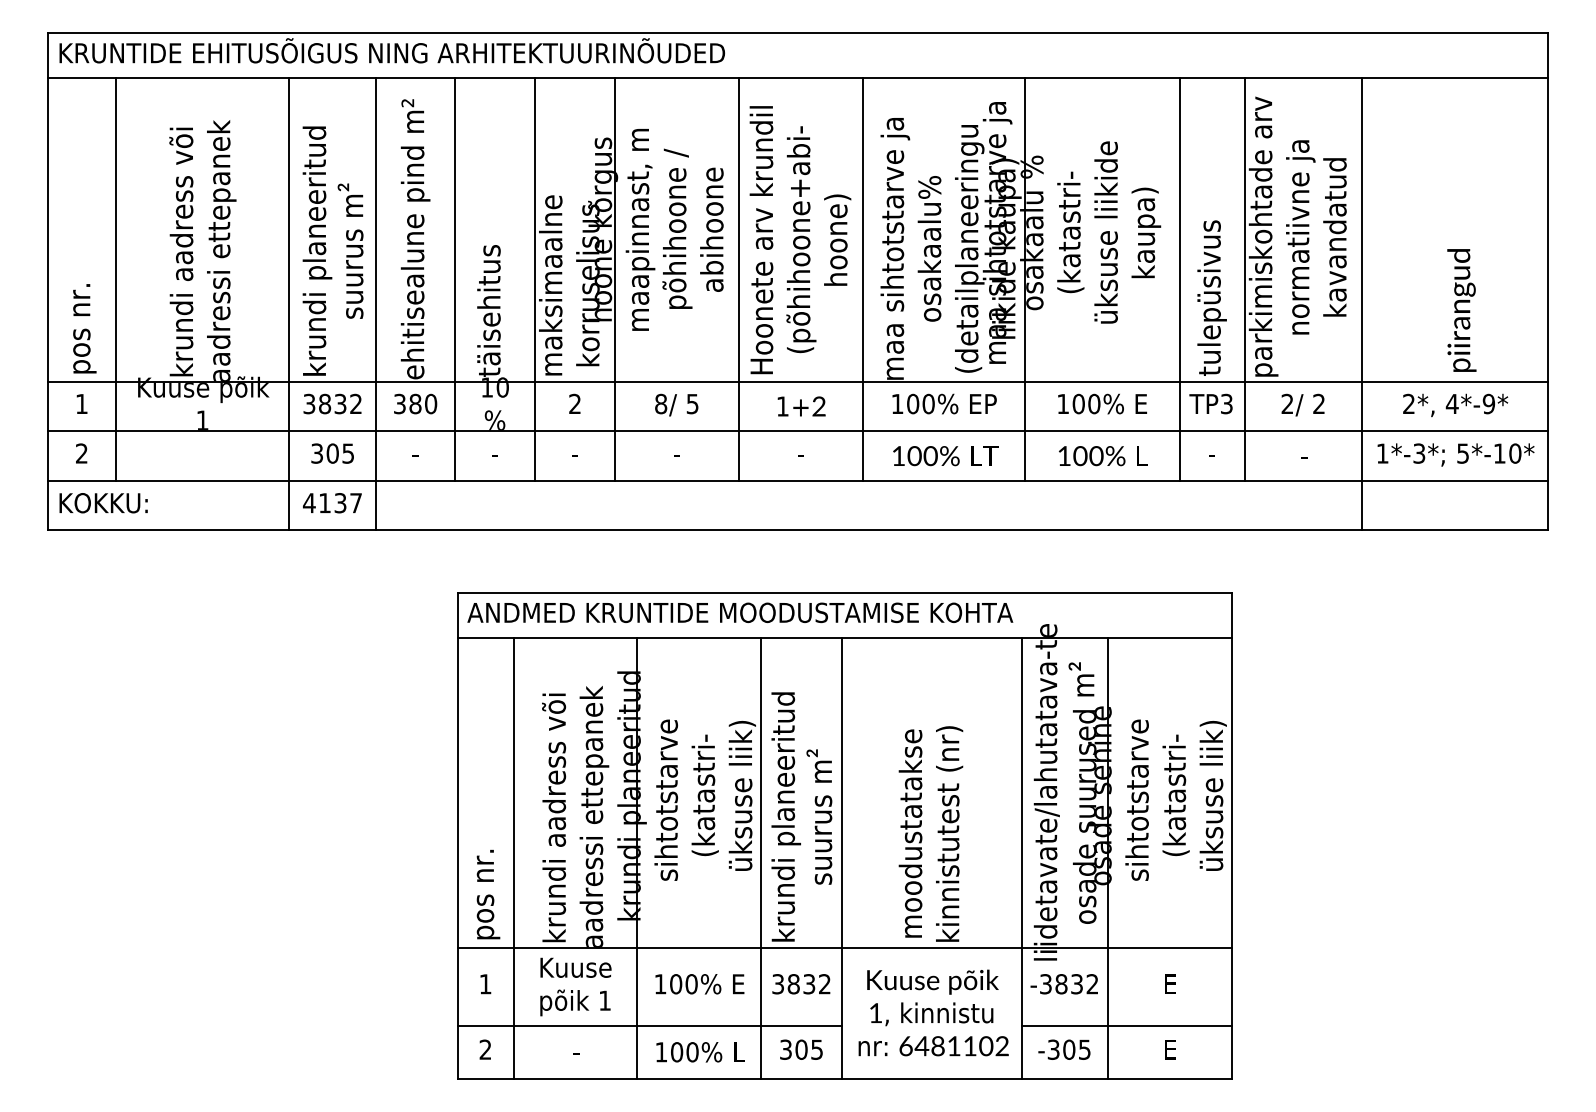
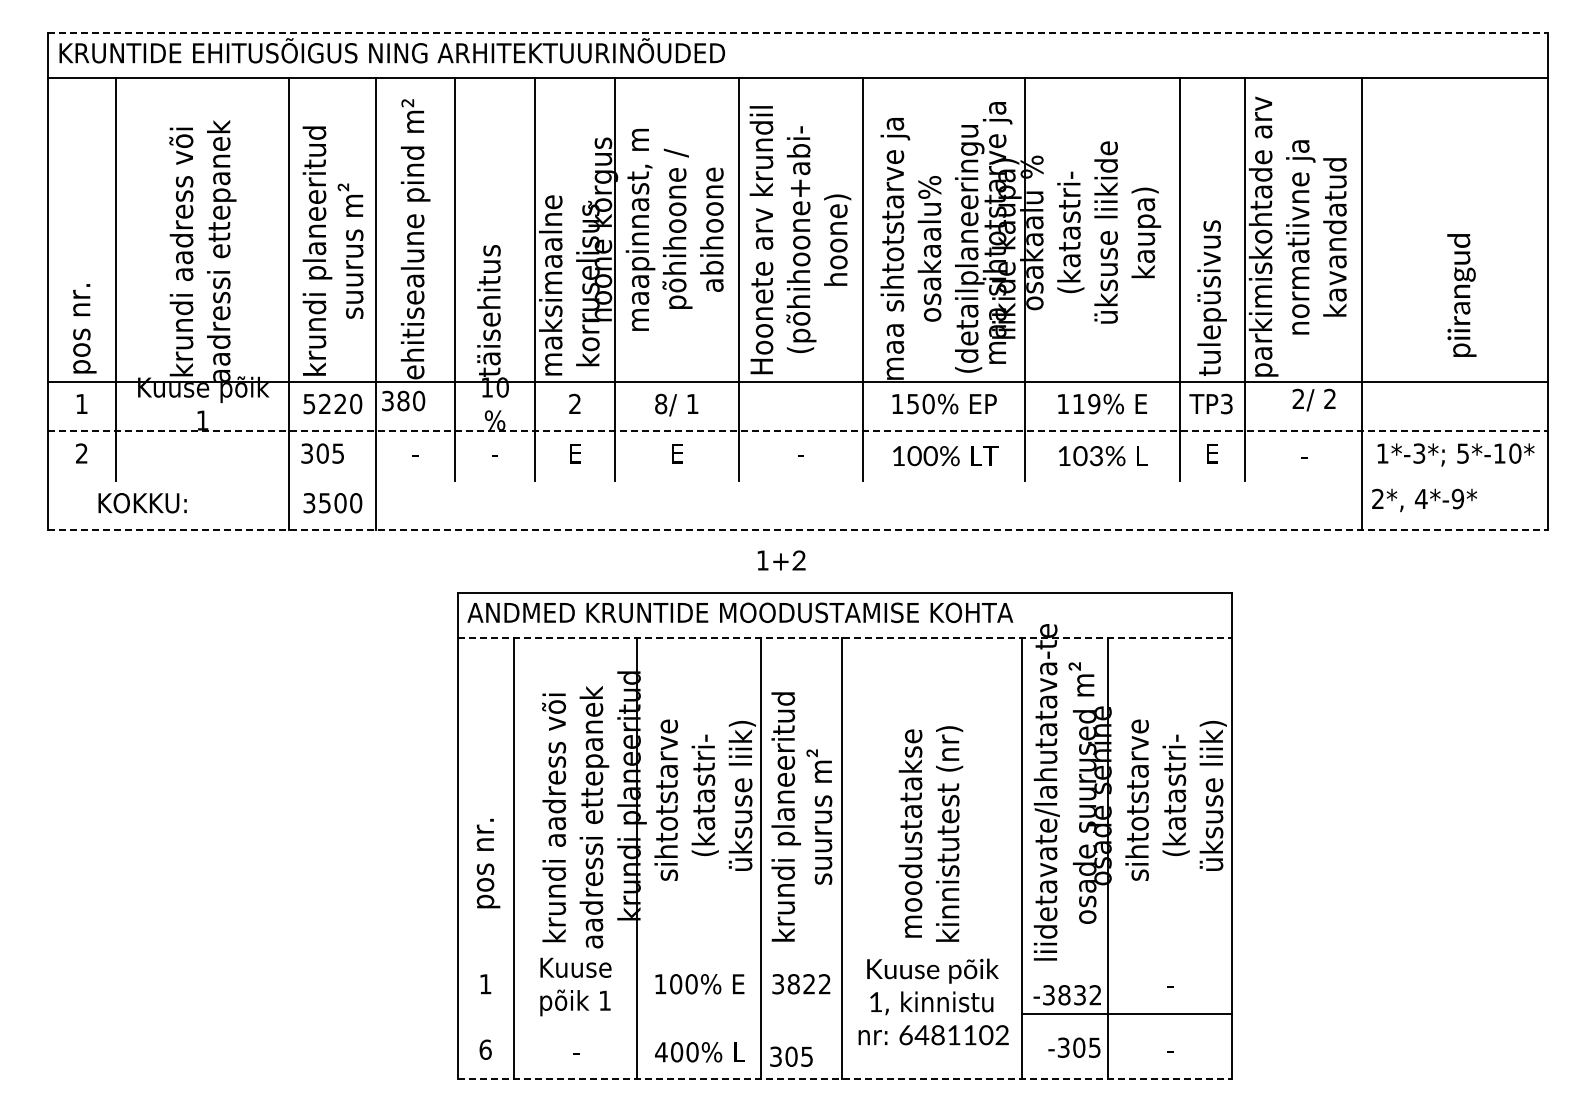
line at (798, 33): solid -> dashed
text at (1461, 310) position: (1461, 310) -> (1461, 295)
text at (333, 403): 3832 -> 5220
text at (415, 403) position: (415, 403) -> (403, 400)
text at (913, 403): 100% -> 150%
text at (1086, 403): 100% -> 119%
text at (692, 404): 5 -> 1
text at (1302, 404) position: (1302, 404) -> (1313, 399)
text at (1455, 405) position: (1455, 405) -> (1424, 500)
text at (801, 406) position: (801, 406) -> (781, 560)
line at (798, 431): solid -> dashed
text at (332, 453) position: (332, 453) -> (322, 453)
text at (575, 453): - -> E
text at (677, 453): - -> E
text at (1212, 453): - -> E
text at (1096, 455): 100% -> 103%
line at (797, 480): present -> none
text at (103, 503) position: (103, 503) -> (142, 503)
text at (332, 503): 4137 -> 3500
line at (798, 530): solid -> dashed
line at (845, 637): solid -> dashed
text at (488, 894) position: (488, 894) -> (488, 863)
line at (844, 947): present -> none
text at (1170, 983): E -> -
text at (809, 984): 3832 -> 3822
text at (1063, 984) position: (1063, 984) -> (1066, 995)
text at (933, 1012) position: (933, 1012) -> (933, 1001)
line at (649, 1025): present -> none
line at (1126, 1025) position: (1126, 1025) -> (1126, 1013)
text at (485, 1049): 2 -> 6
text at (801, 1049) position: (801, 1049) -> (791, 1056)
text at (1064, 1049) position: (1064, 1049) -> (1074, 1047)
text at (1170, 1049): E -> -
text at (661, 1052): 100% -> 400%
line at (845, 1078): solid -> dashed
